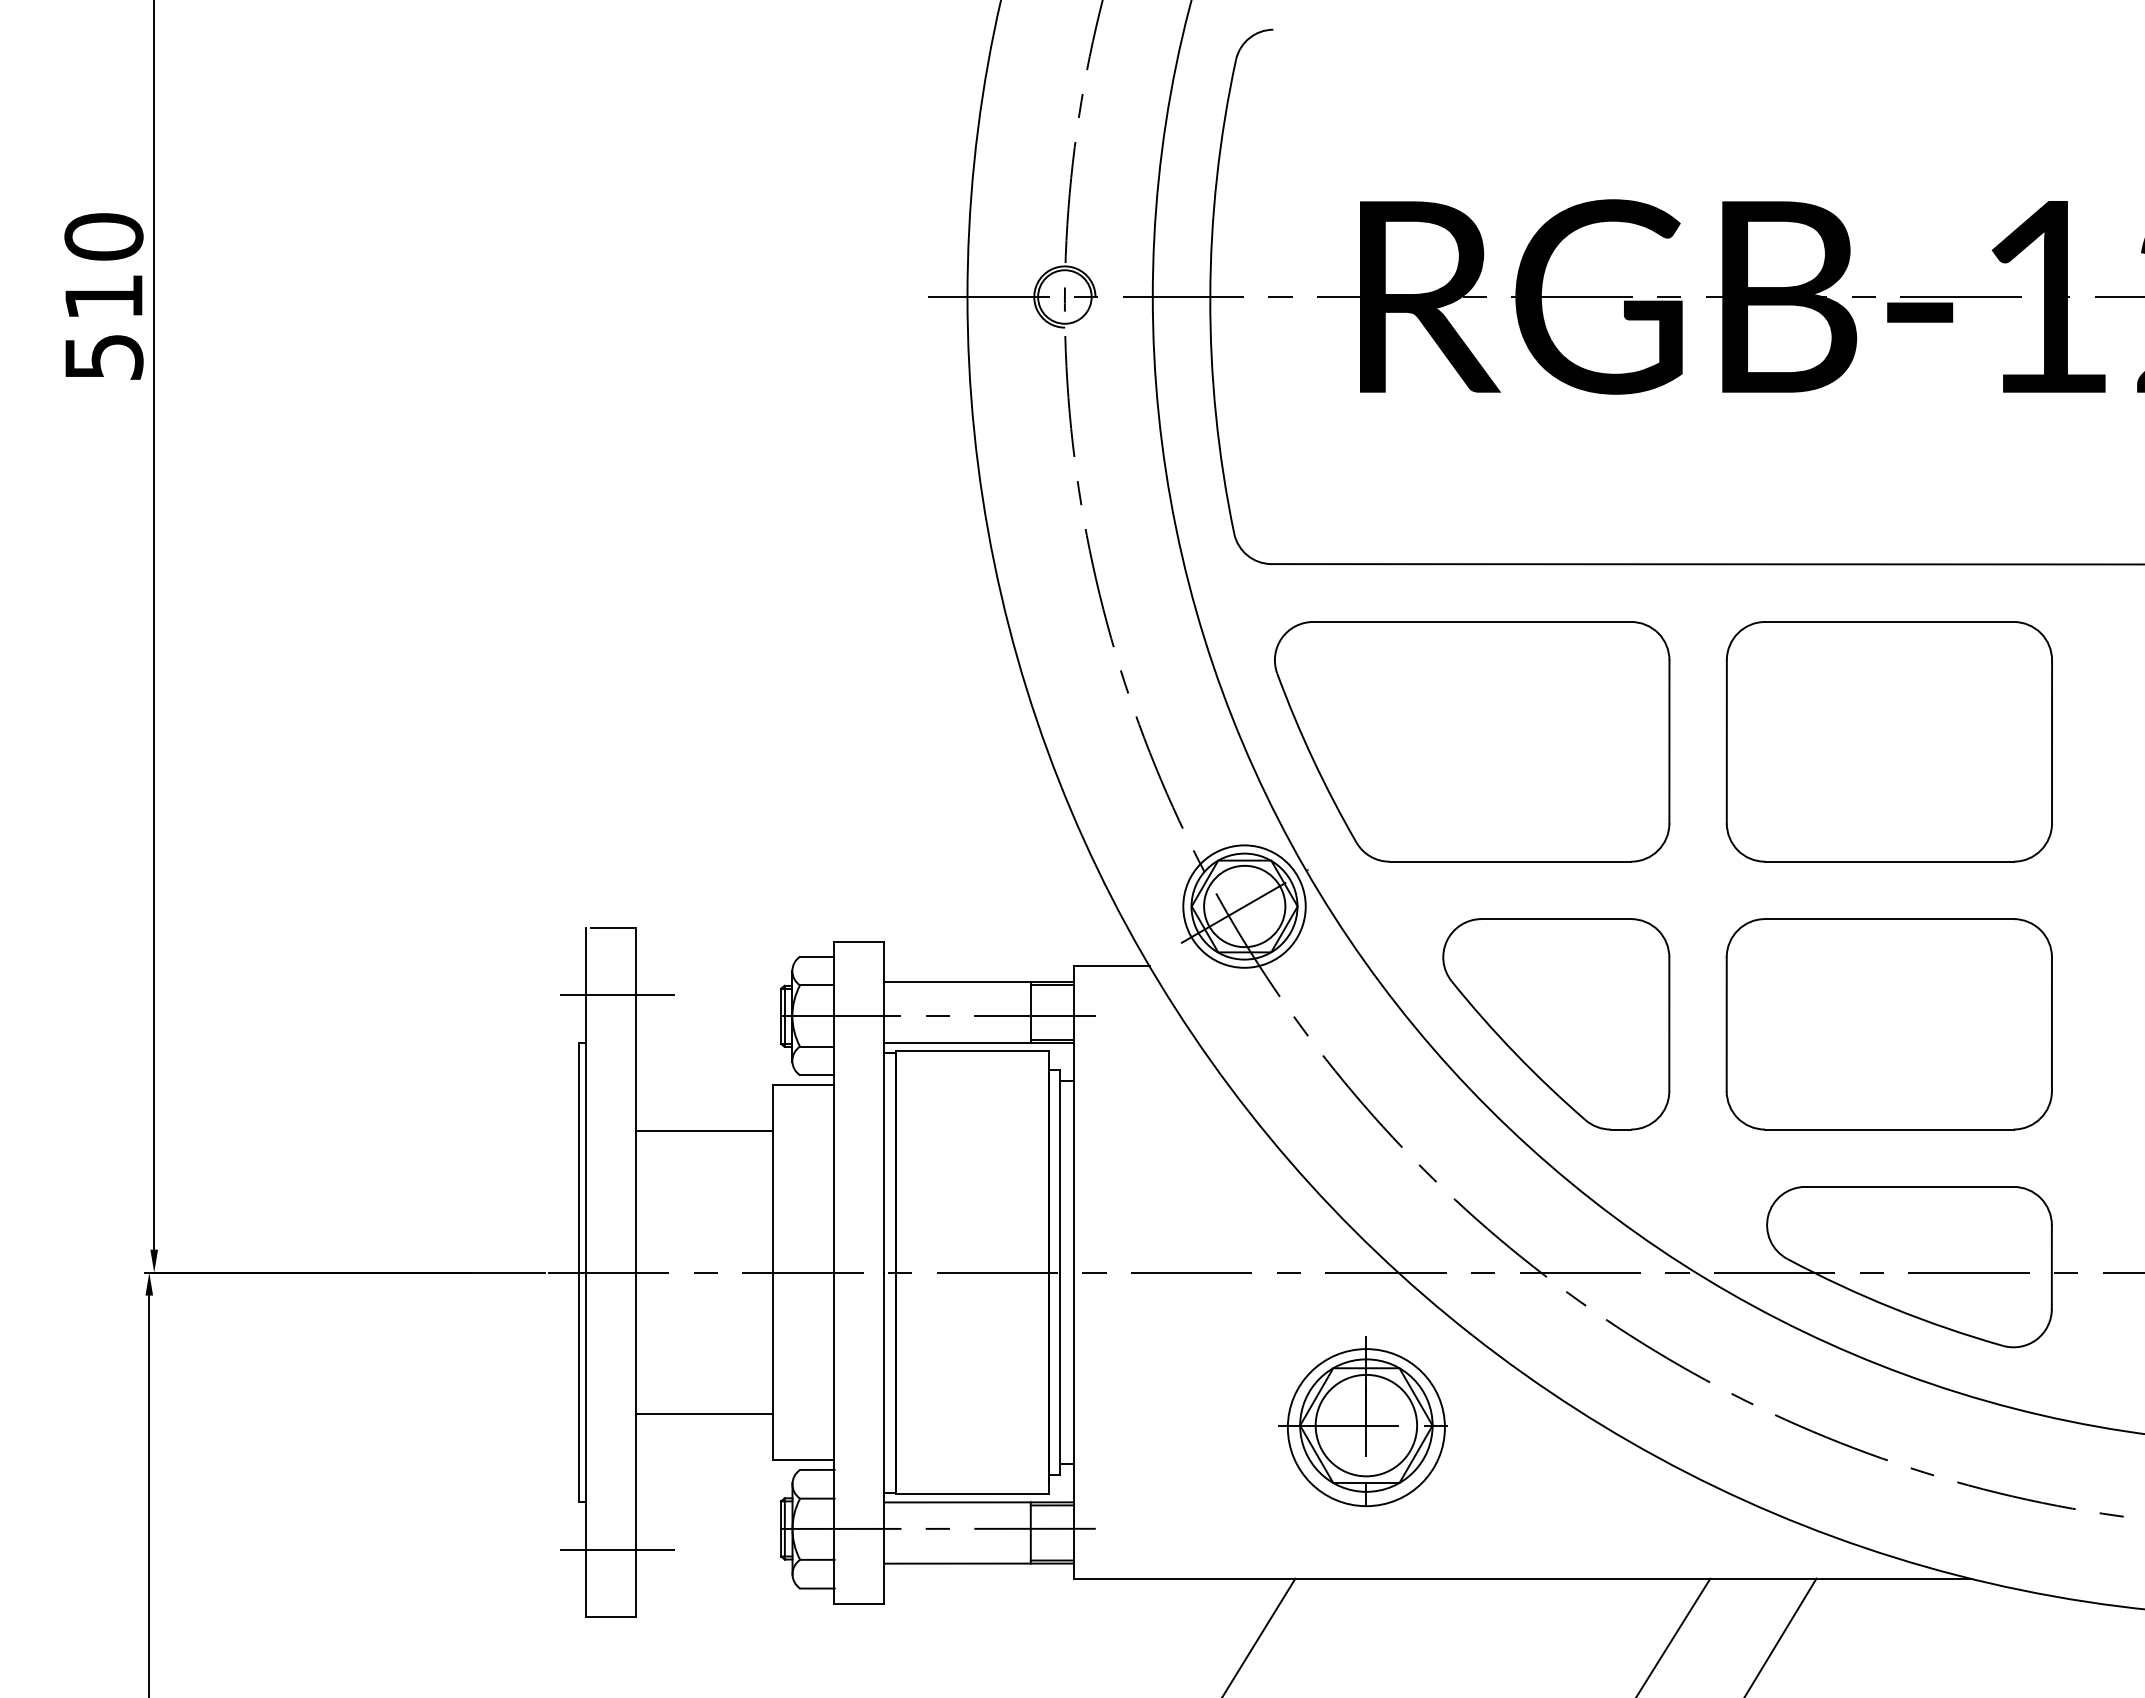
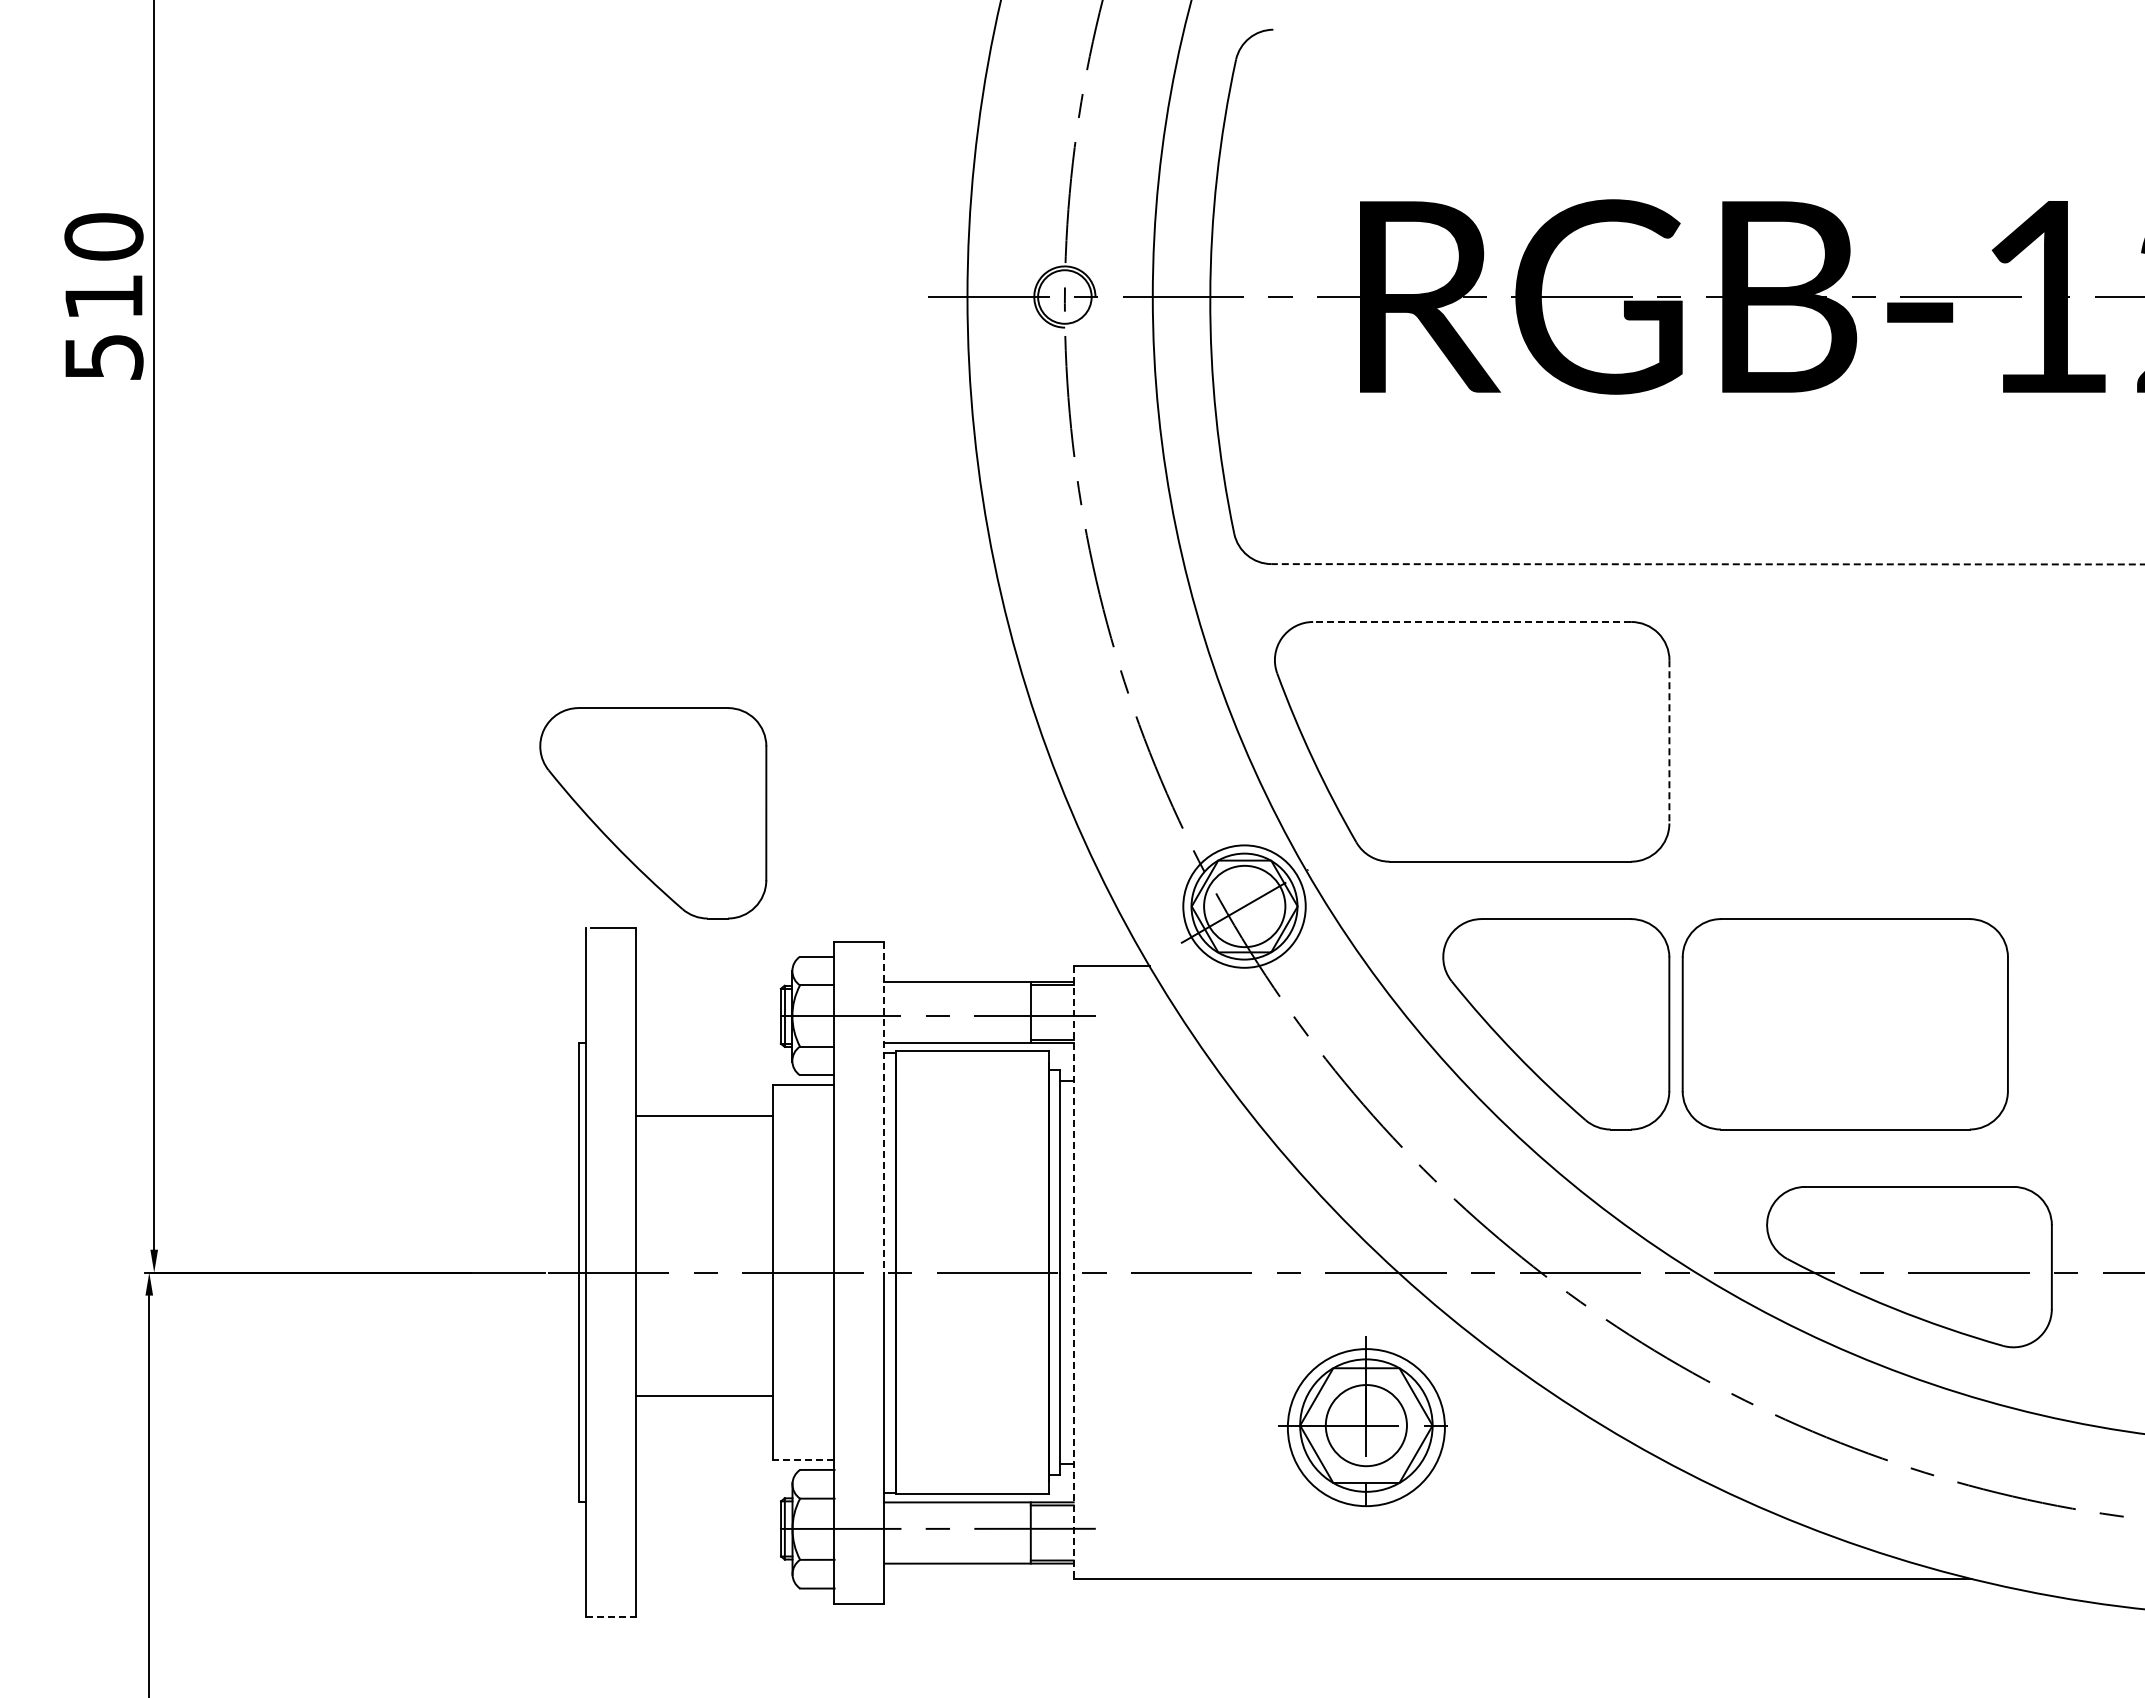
line at (1708, 564): solid -> dashed
line at (1471, 621): solid -> dashed
line at (1669, 741): solid -> dashed
part at (1888, 741): present -> none
part at (653, 813): none -> present
line at (616, 995): present -> none
part at (1888, 1024) position: (1888, 1024) -> (1844, 1024)
line at (884, 1107): solid -> dashed
line at (704, 1130) position: (704, 1130) -> (704, 1115)
line at (1073, 1273): solid -> dashed
line at (704, 1414) position: (704, 1414) -> (704, 1396)
circle at (1366, 1425) diameter: 101 px -> 81 px
line at (803, 1460): solid -> dashed
line at (616, 1550): present -> none
line at (611, 1616): solid -> dashed
line at (1259, 1636): present -> none
line at (1673, 1636): present -> none
line at (1781, 1636): present -> none
